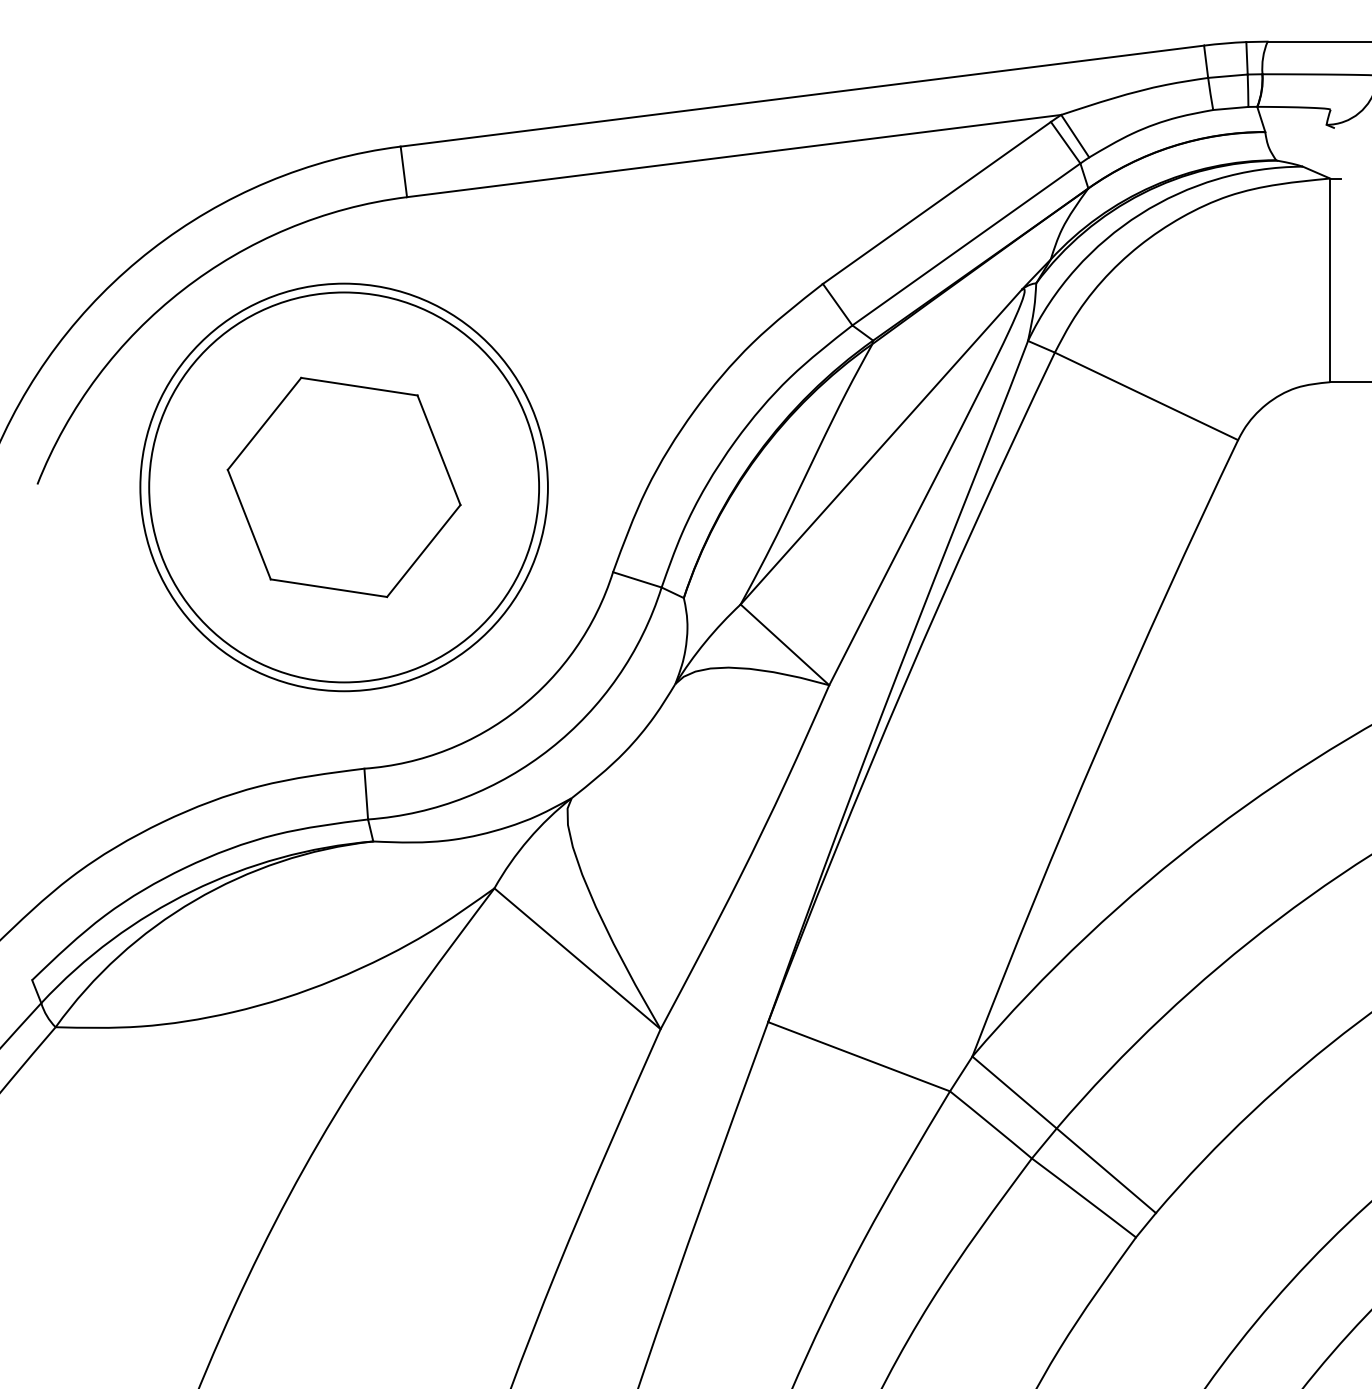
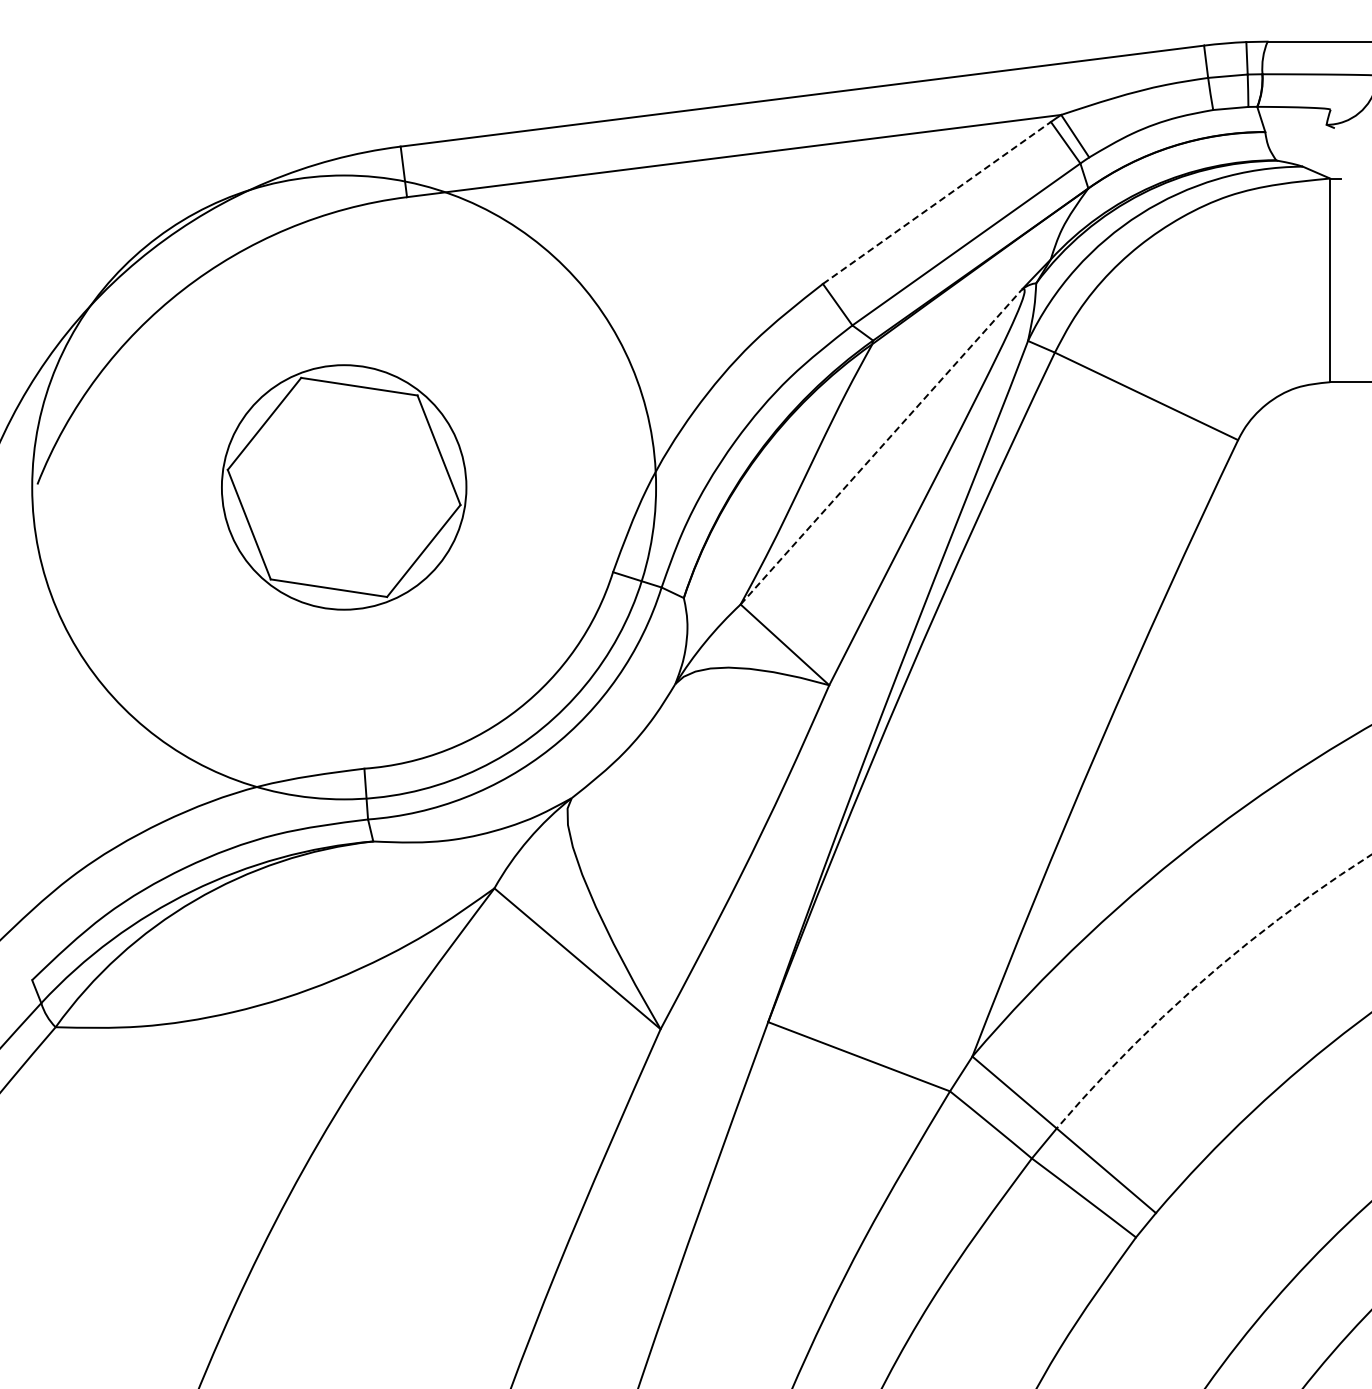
line at (936, 202): solid -> dashed
line at (881, 446): solid -> dashed
circle at (343, 487) diameter: 408 px -> 245 px
circle at (344, 487) diameter: 390 px -> 624 px
arc at (1203, 980): solid -> dashed
